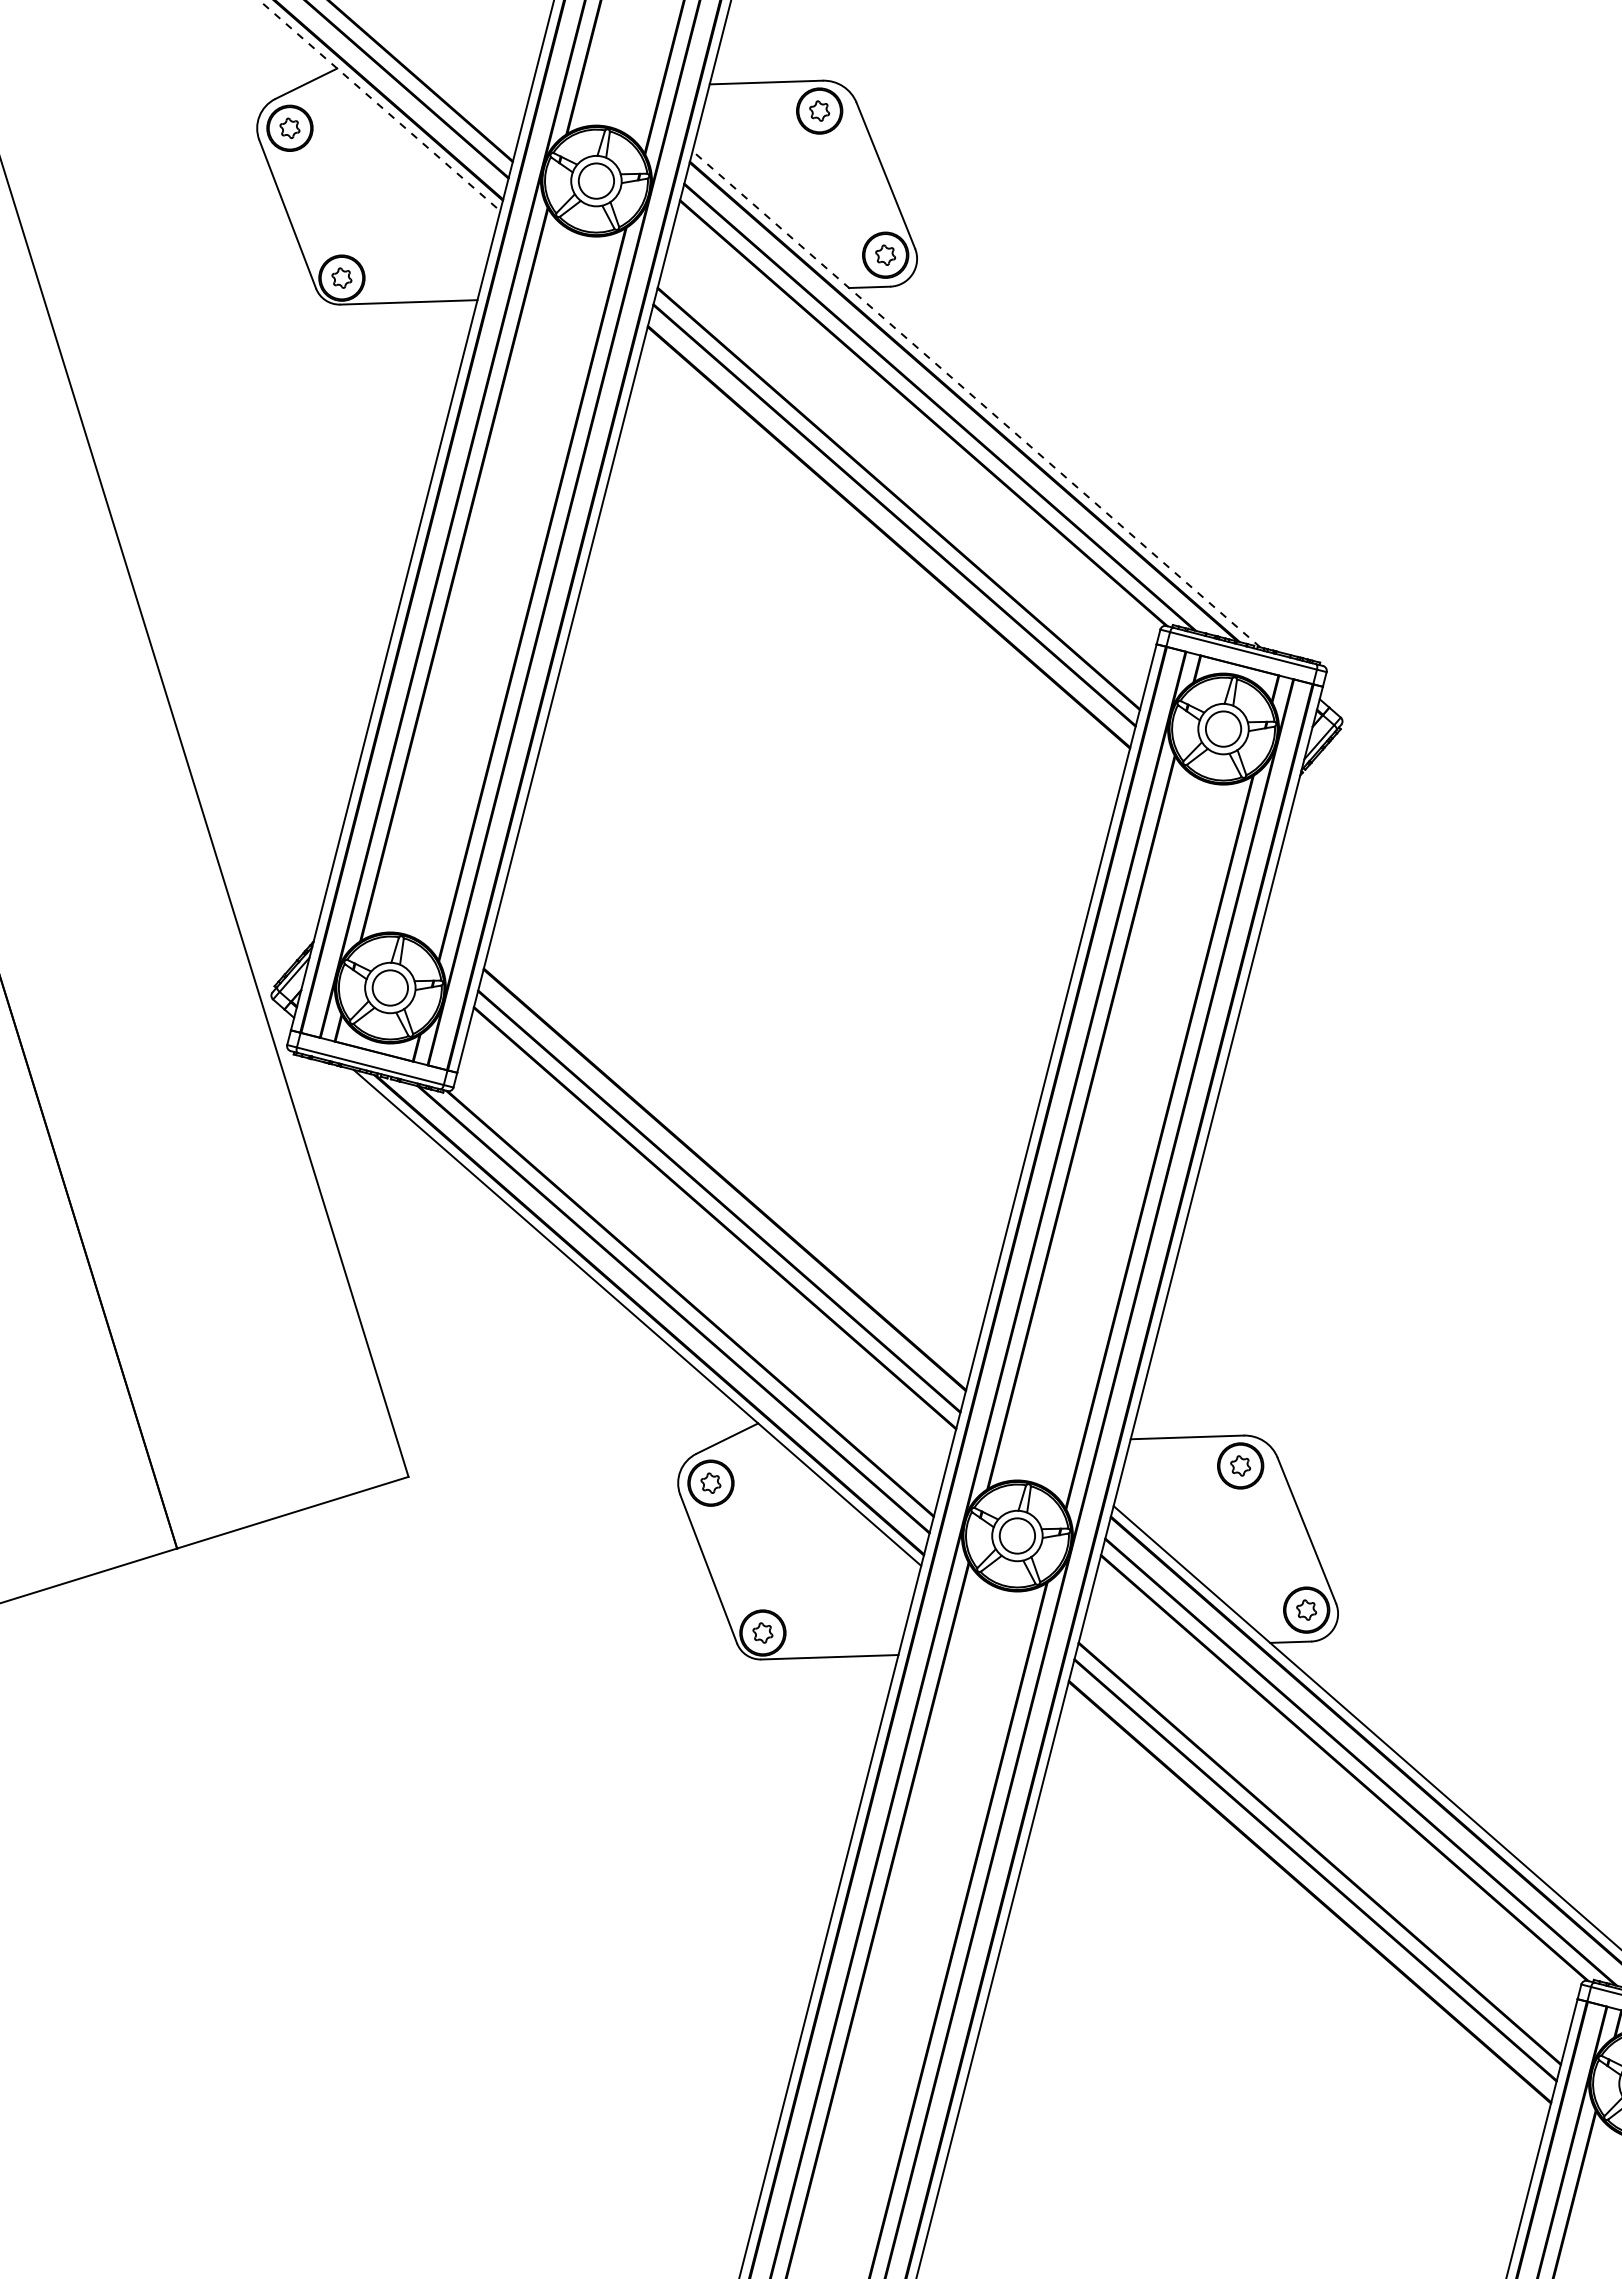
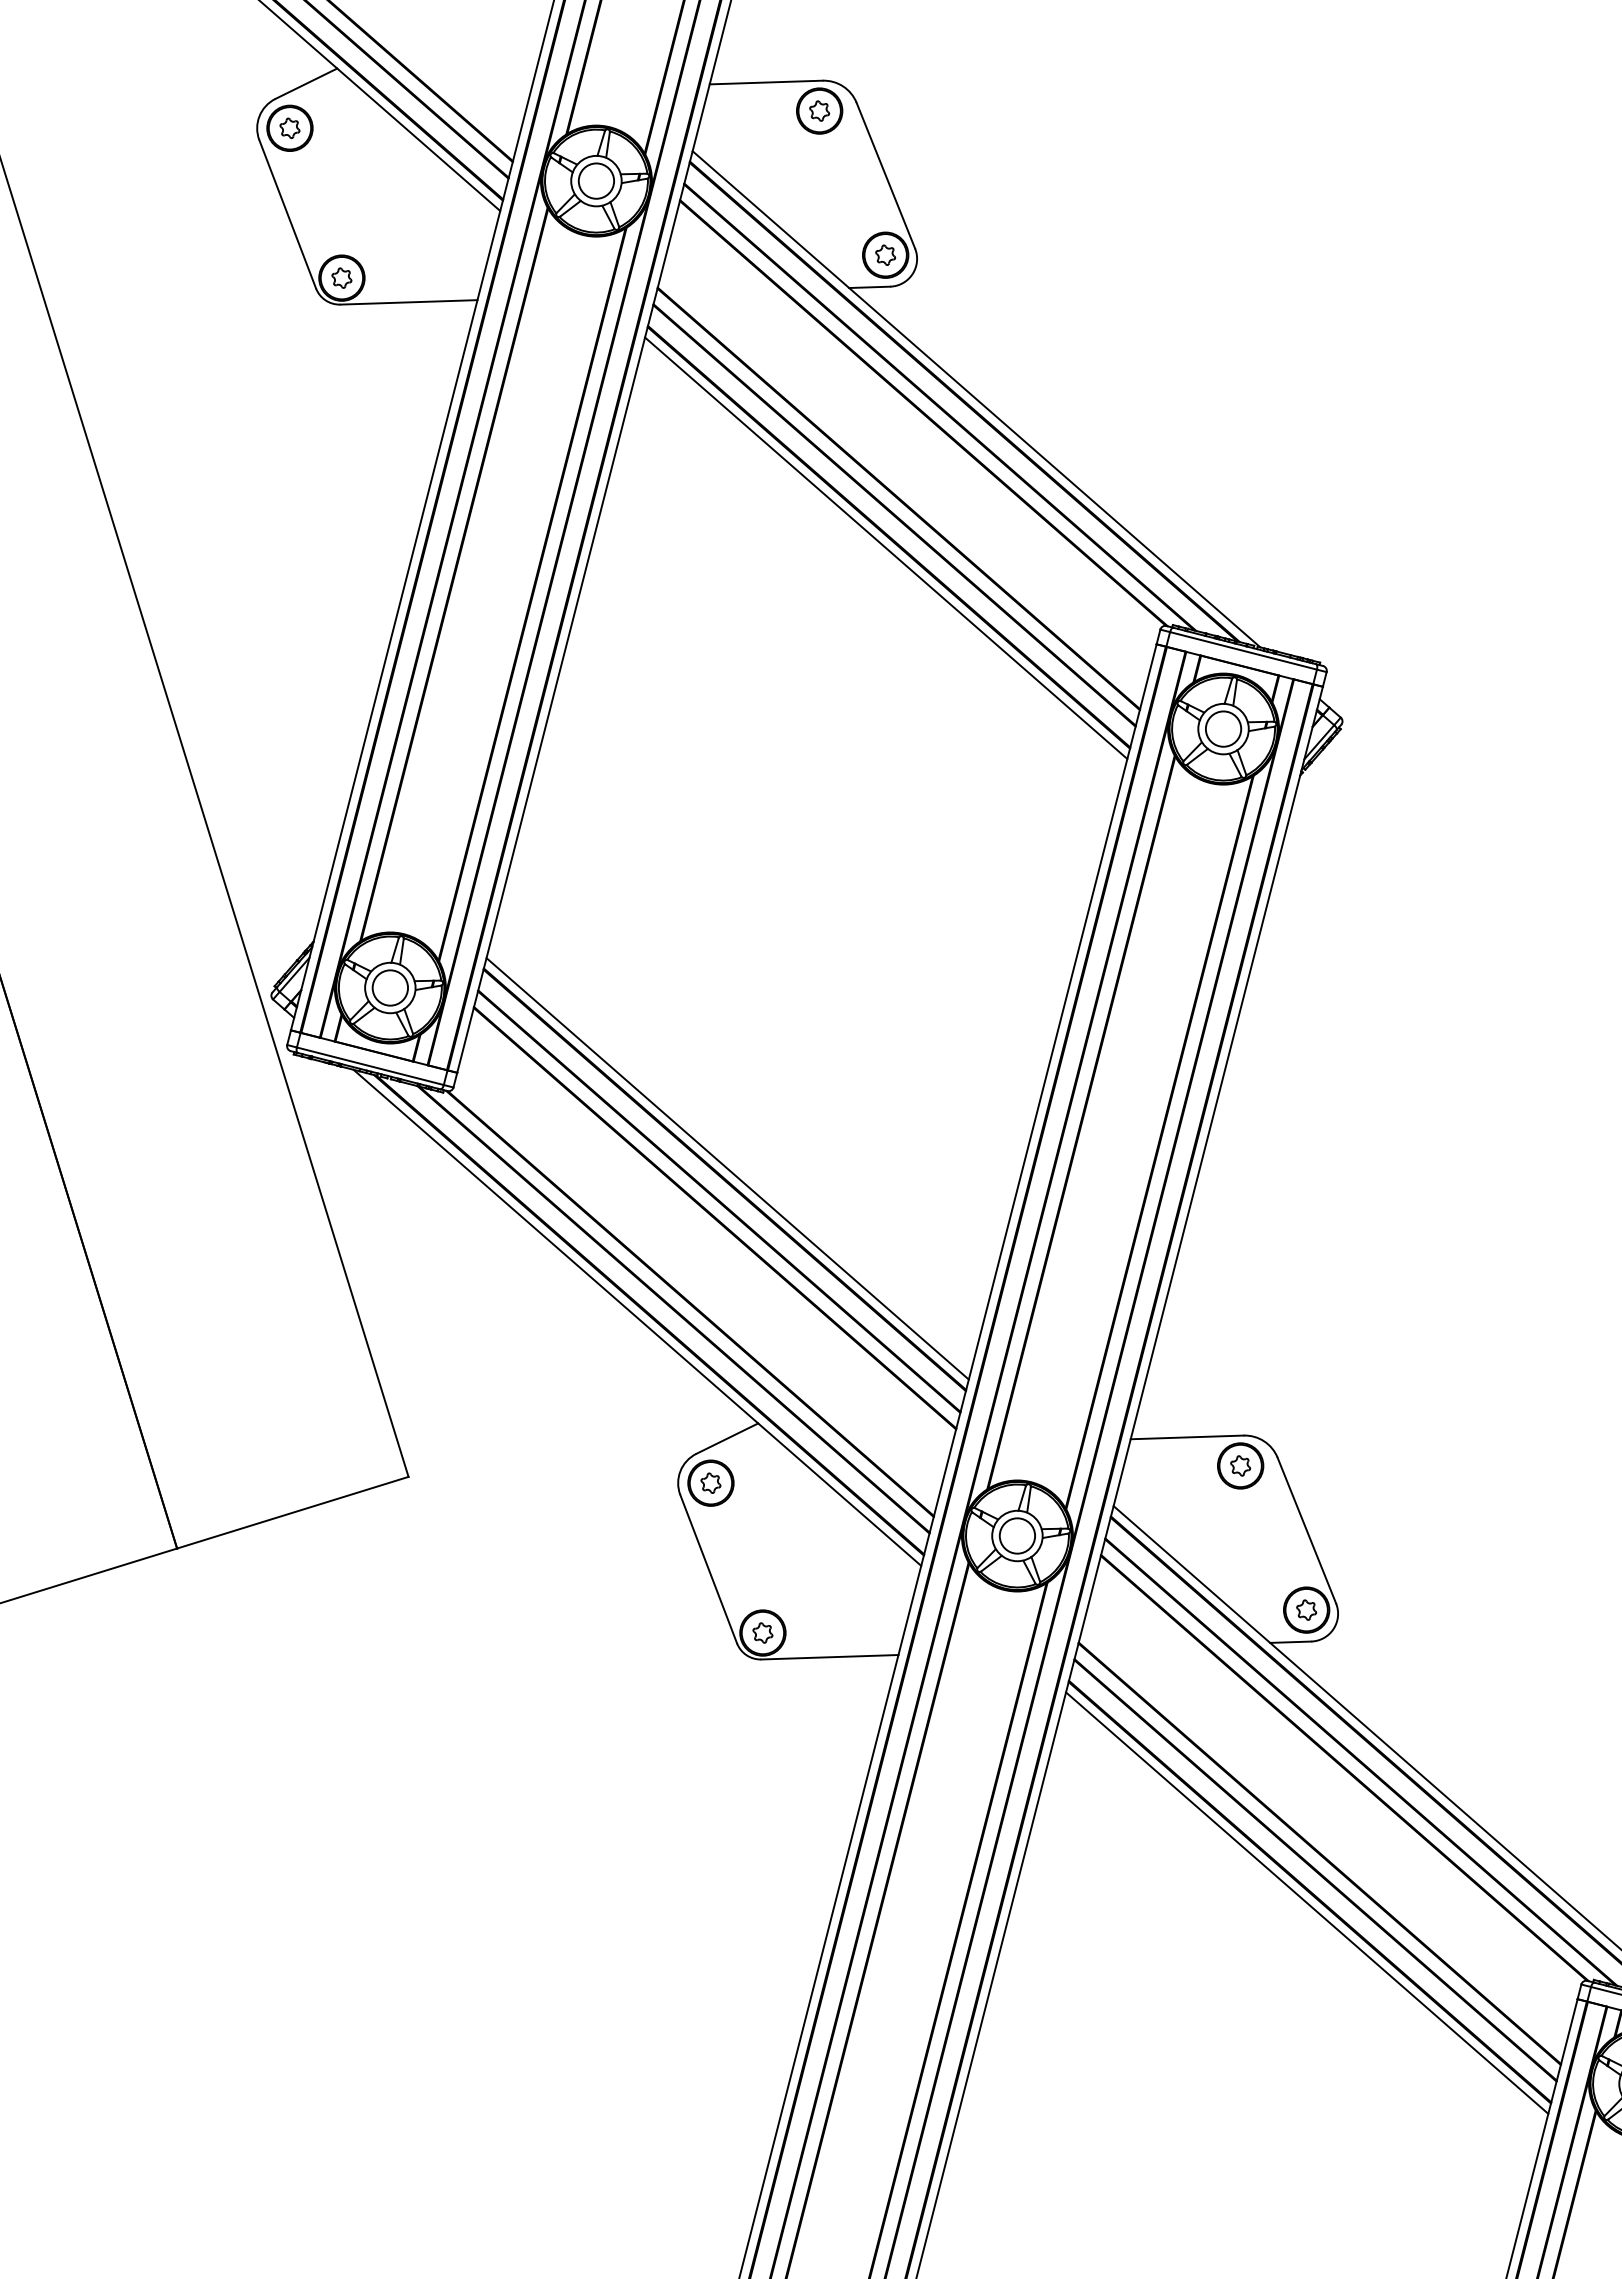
line at (379, 105): dashed -> solid
line at (976, 399): dashed -> solid
line at (886, 548): none -> present
line at (727, 1168): none -> present
line at (1307, 1902): none -> present
